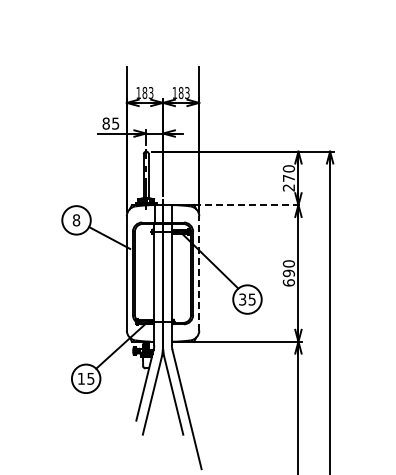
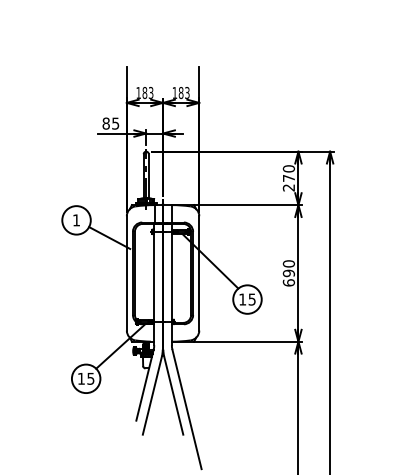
line at (248, 205): dashed -> solid
text at (76, 220): 8 -> 1
line at (199, 272): dashed -> solid
text at (242, 299): 35 -> 15
